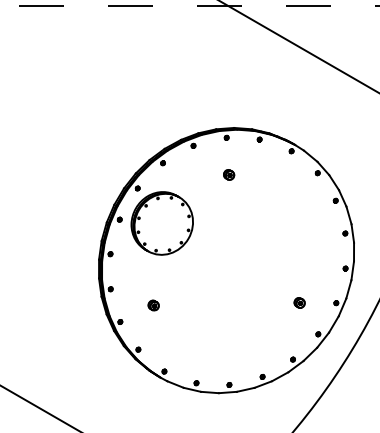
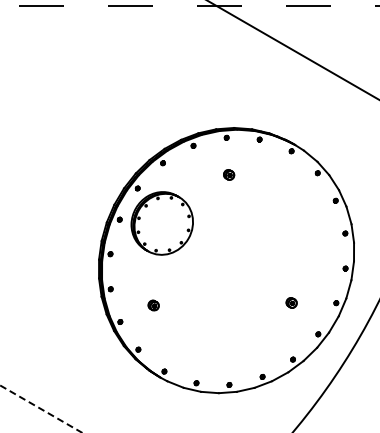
line at (298, 46) position: (298, 46) -> (292, 50)
part at (299, 302) position: (299, 302) -> (291, 302)
line at (41, 409): solid -> dashed
